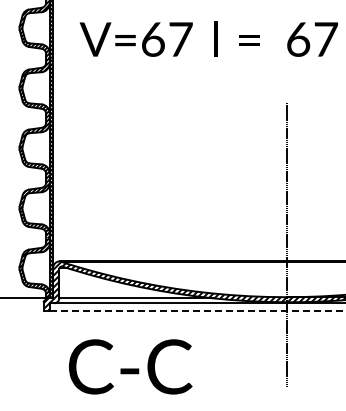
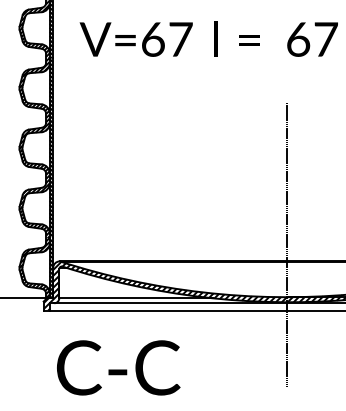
line at (197, 310): dashed -> solid
text at (130, 366) position: (130, 366) -> (118, 367)
